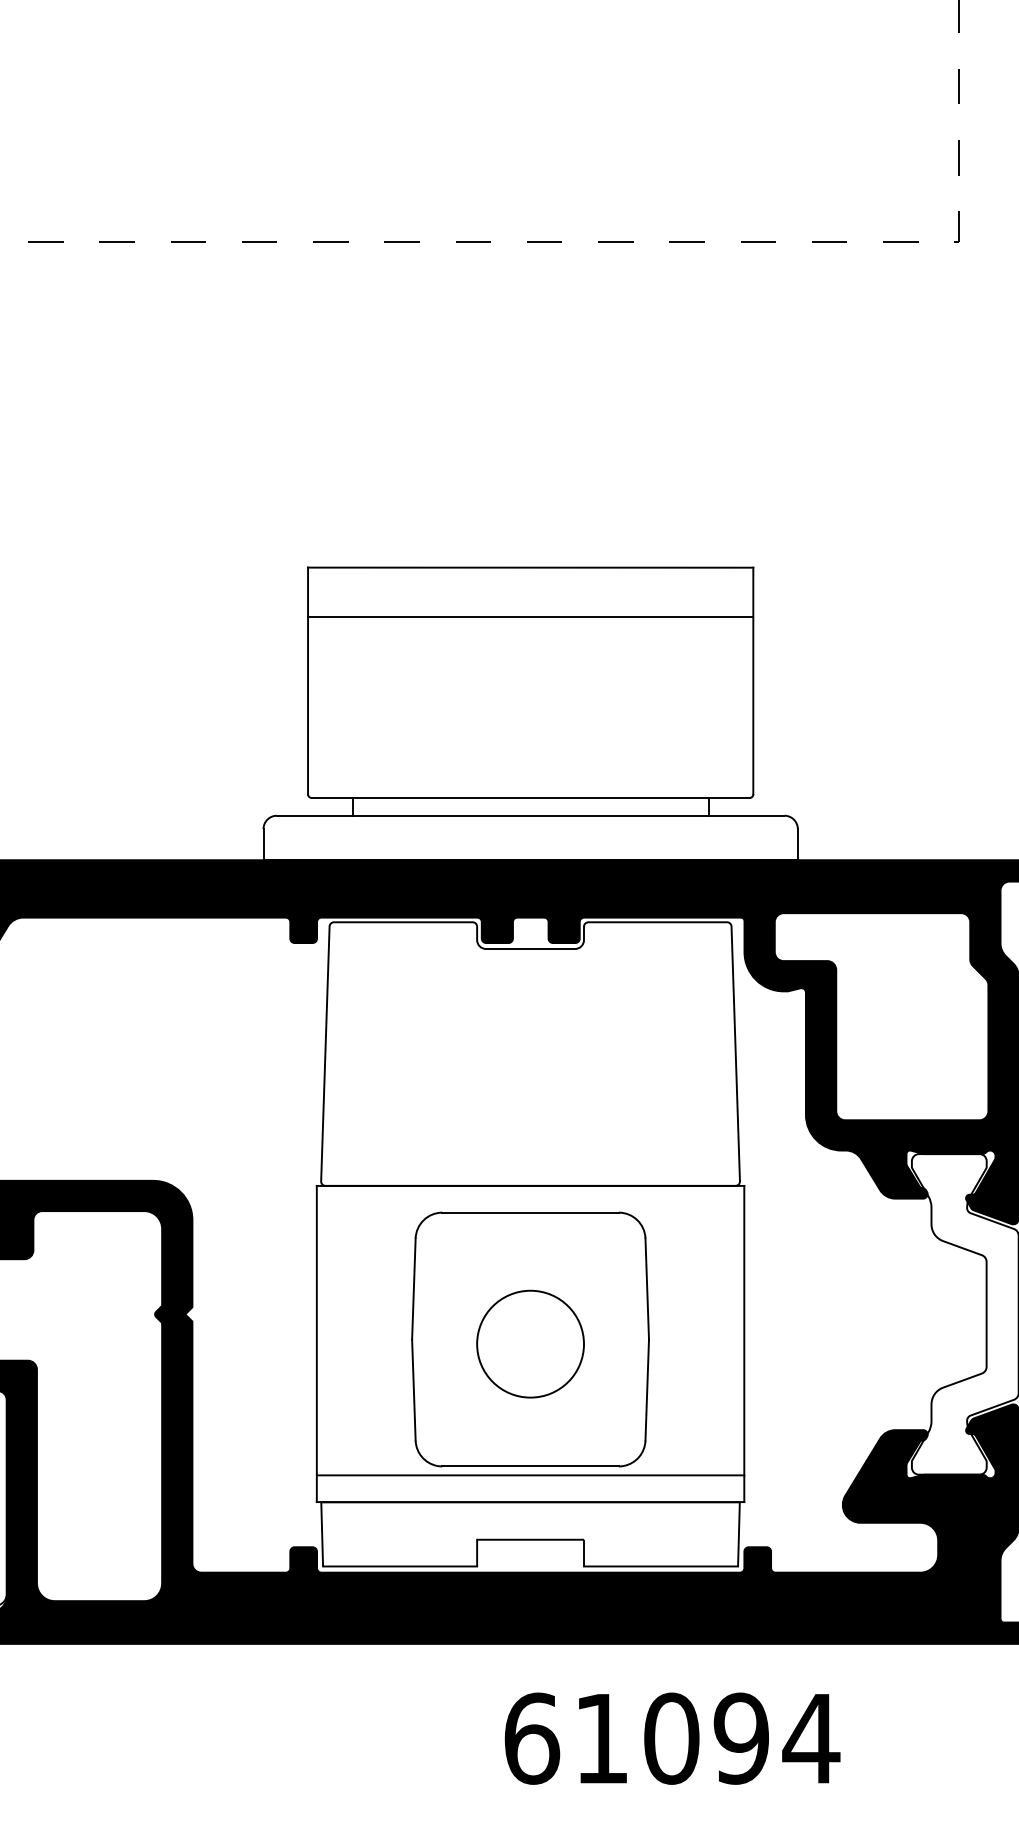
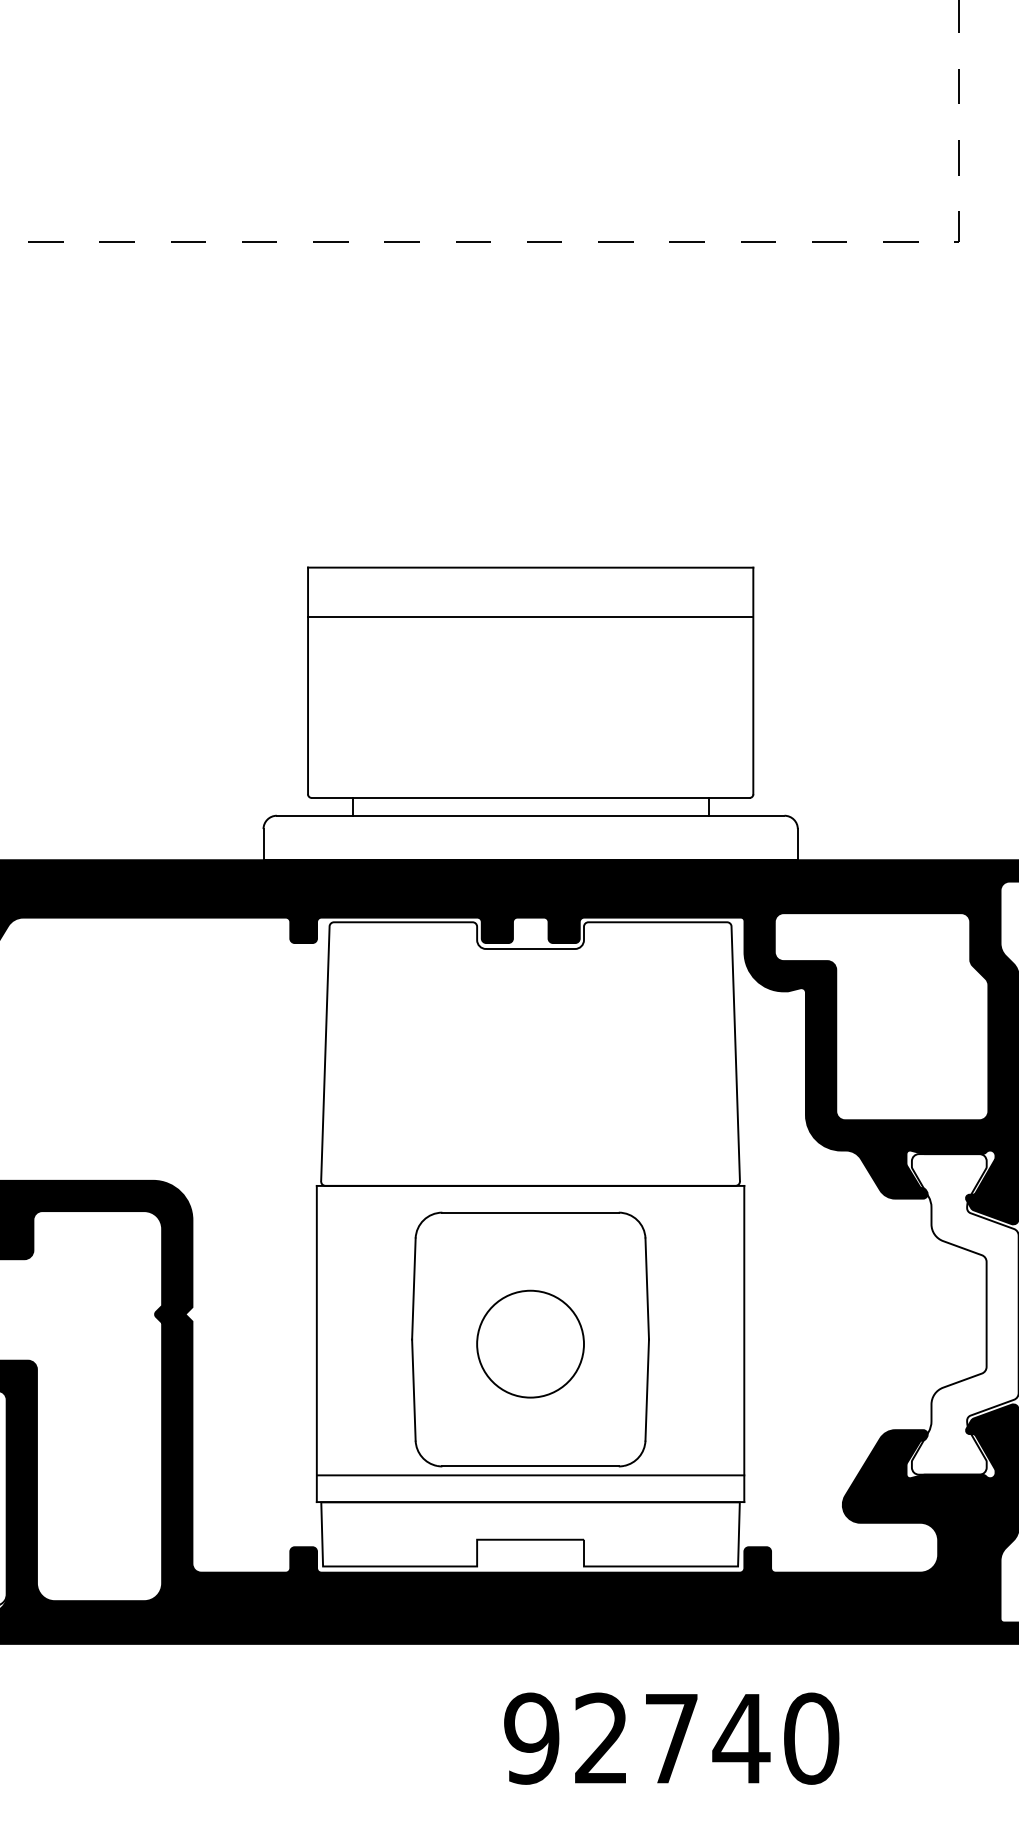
text at (672, 1738): 61094 -> 92740
